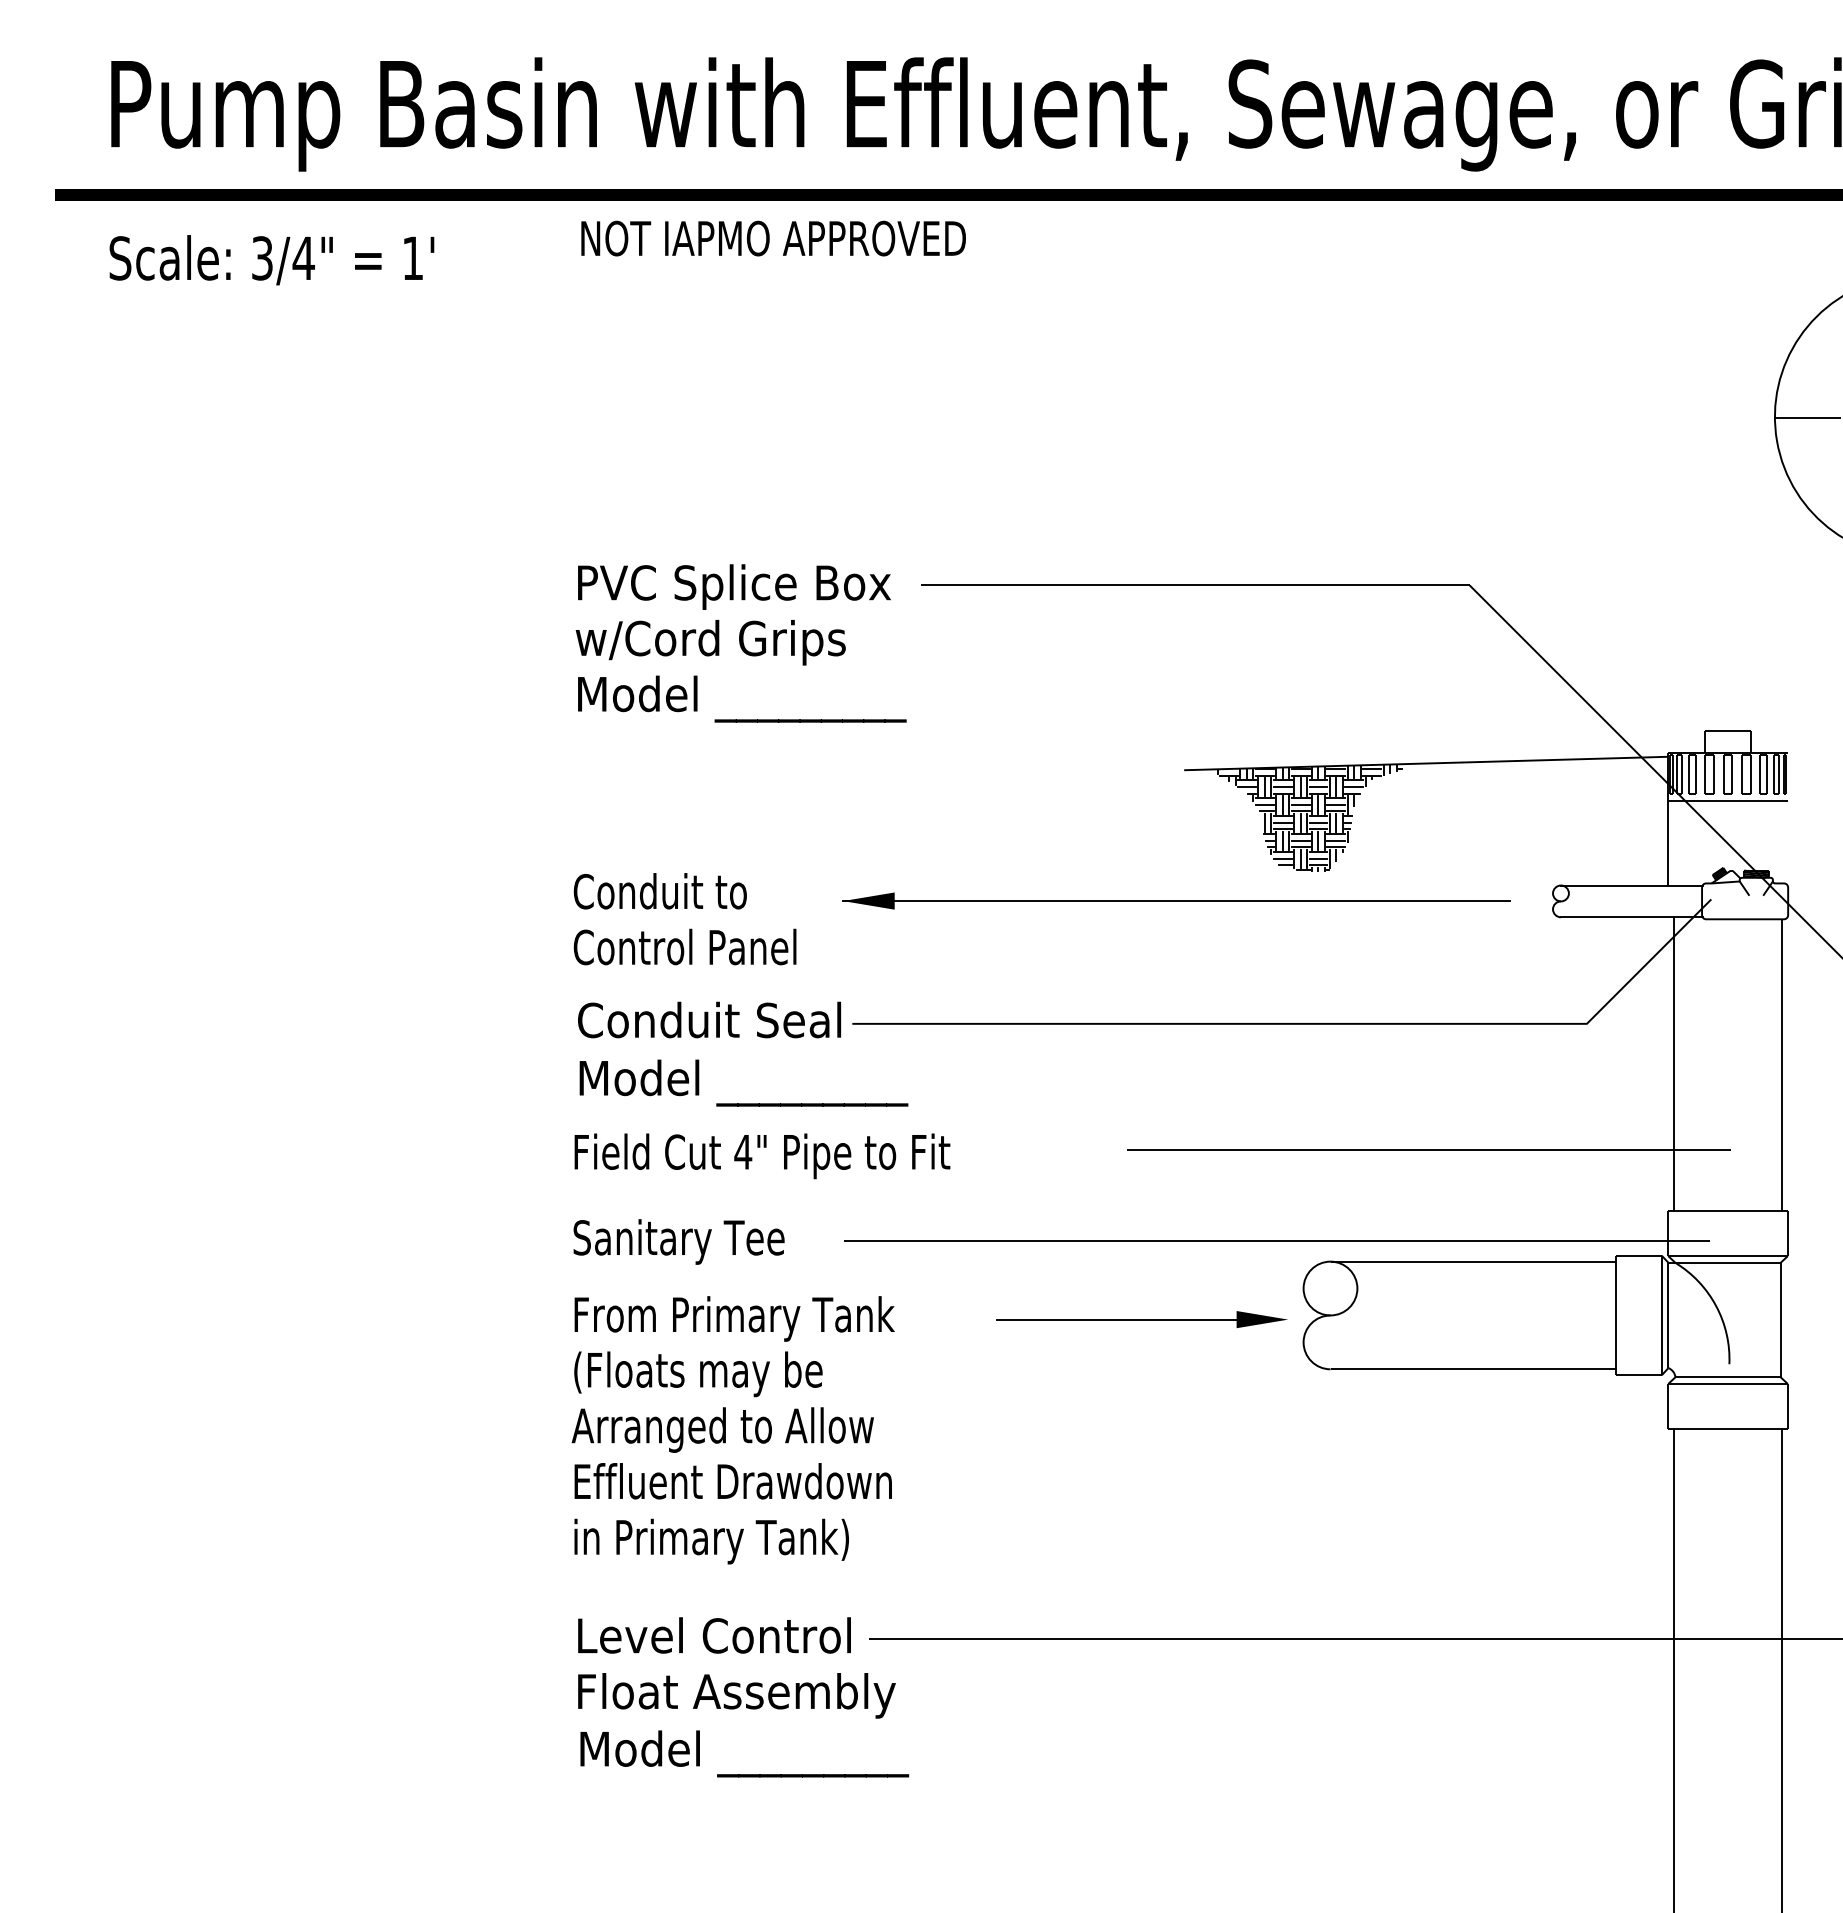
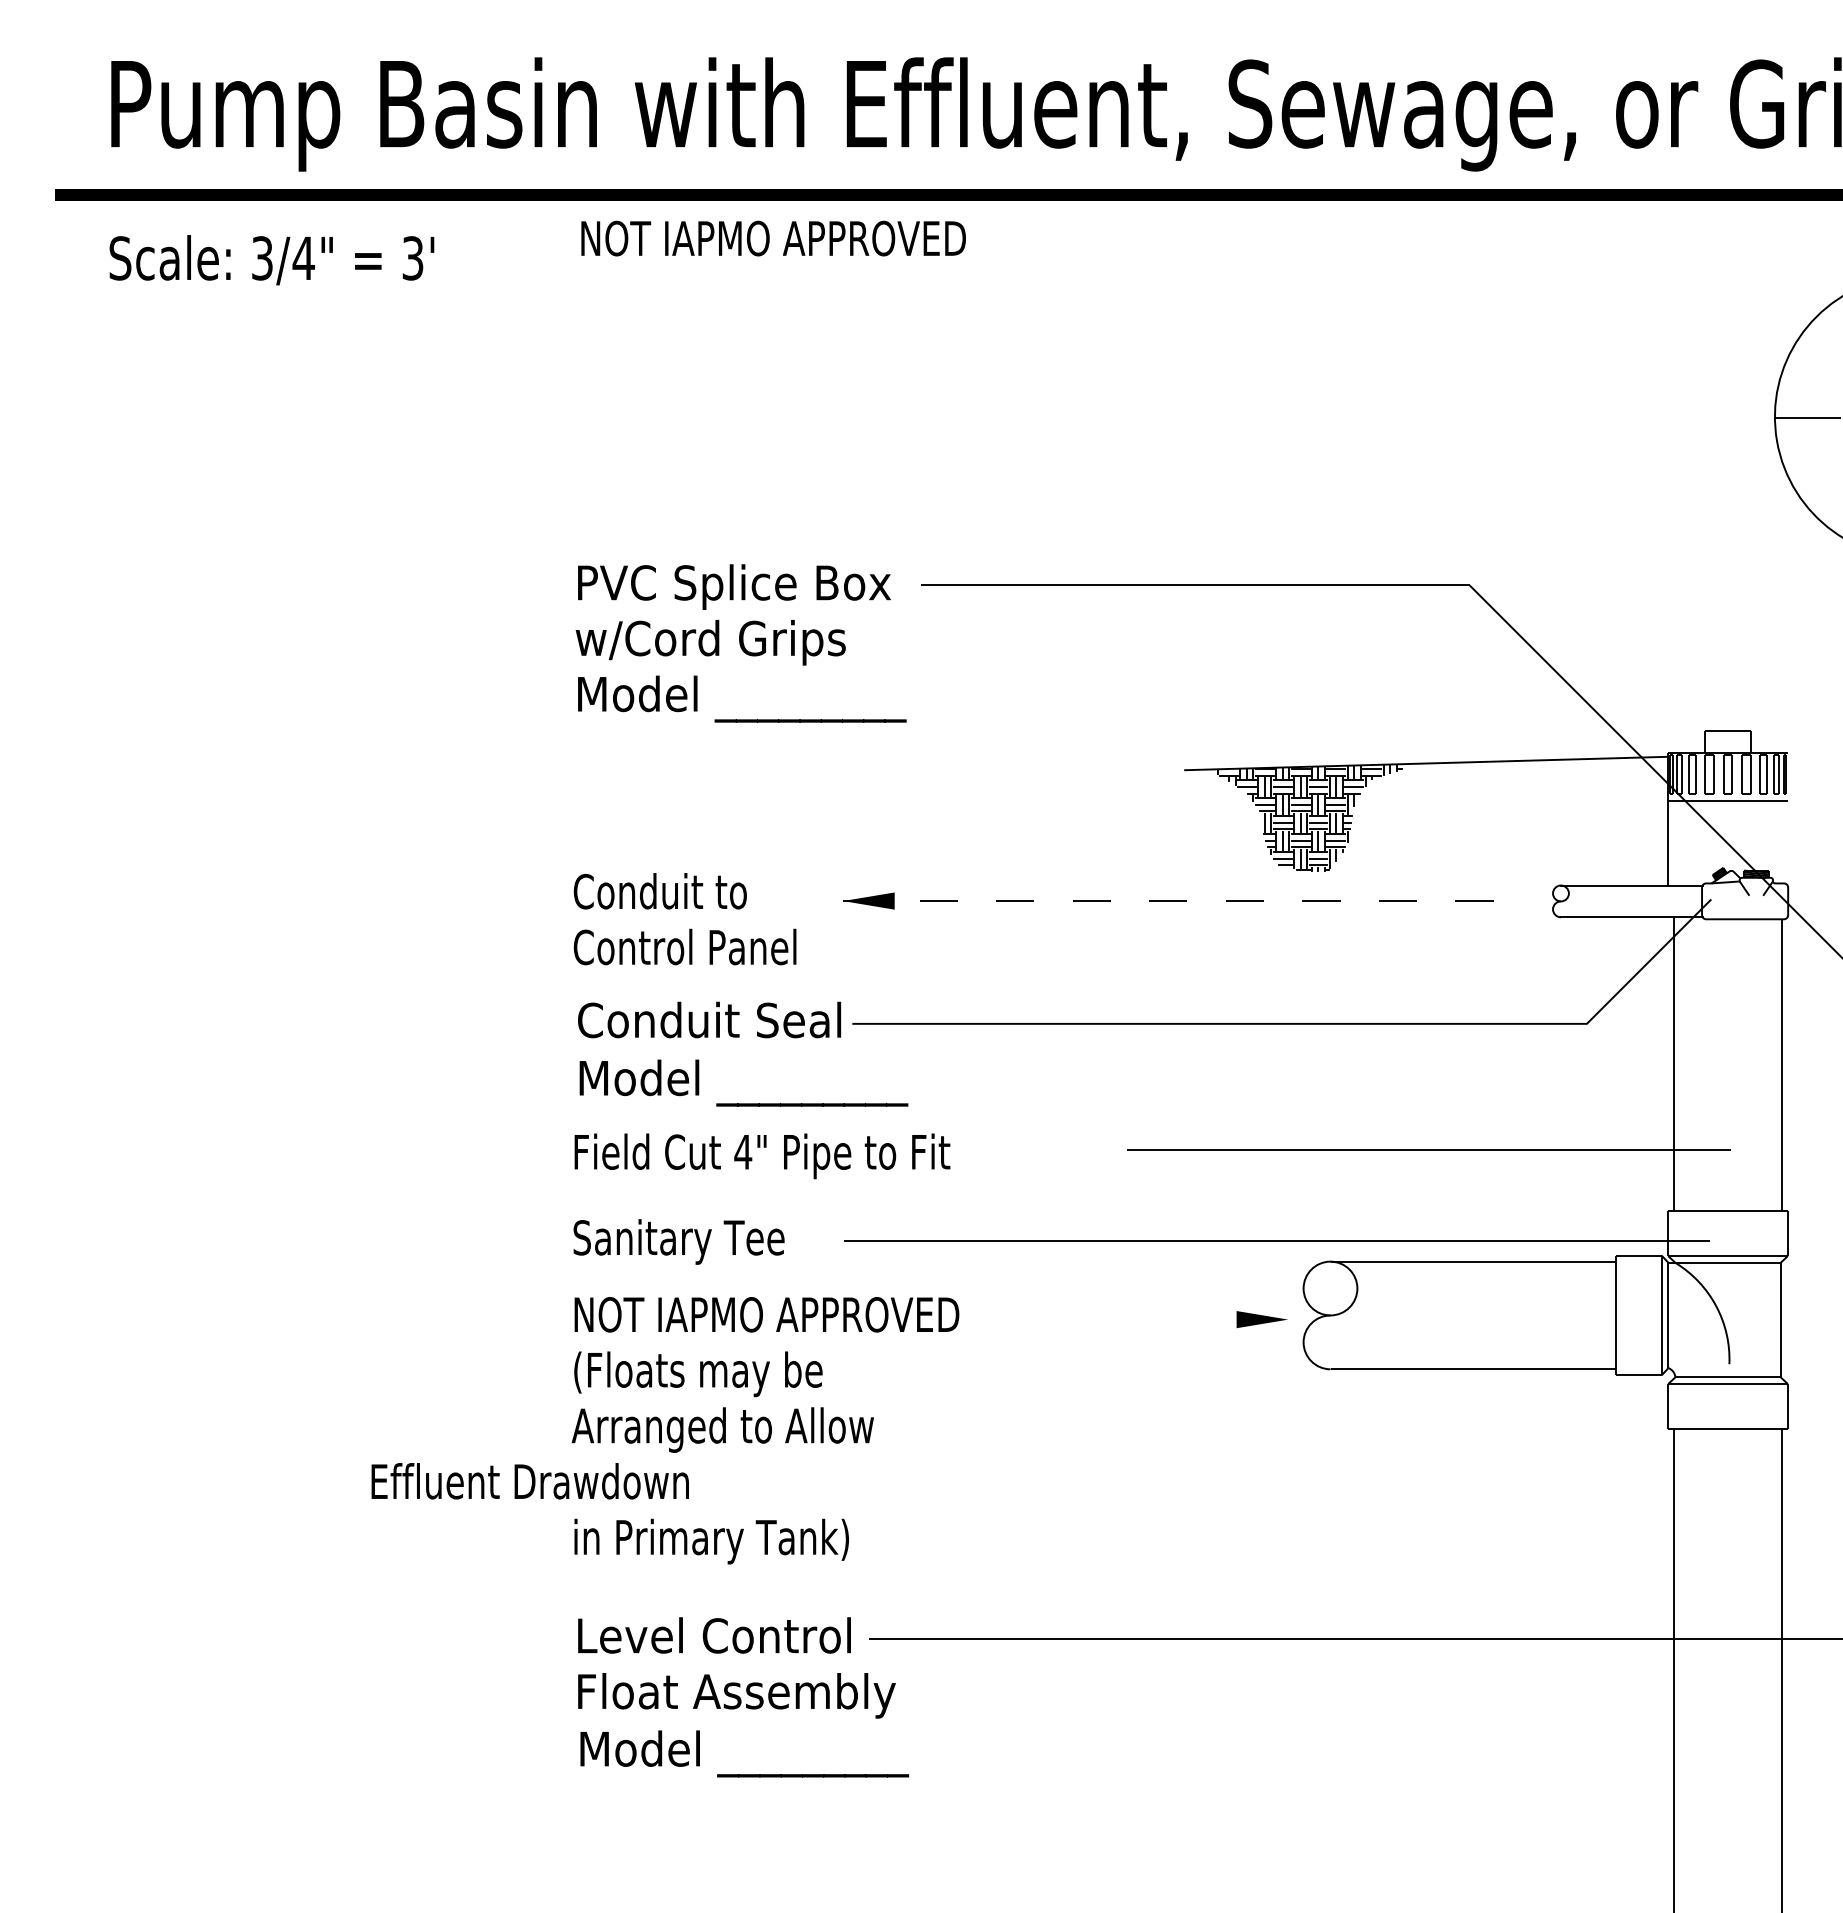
text at (412, 258): 1' -> 3'
line at (1176, 901): solid -> dashed
text at (768, 1318): From Primary Tank -> NOT IAPMO APPROVED
line at (1116, 1319): present -> none
text at (732, 1481) position: (732, 1481) -> (529, 1481)
